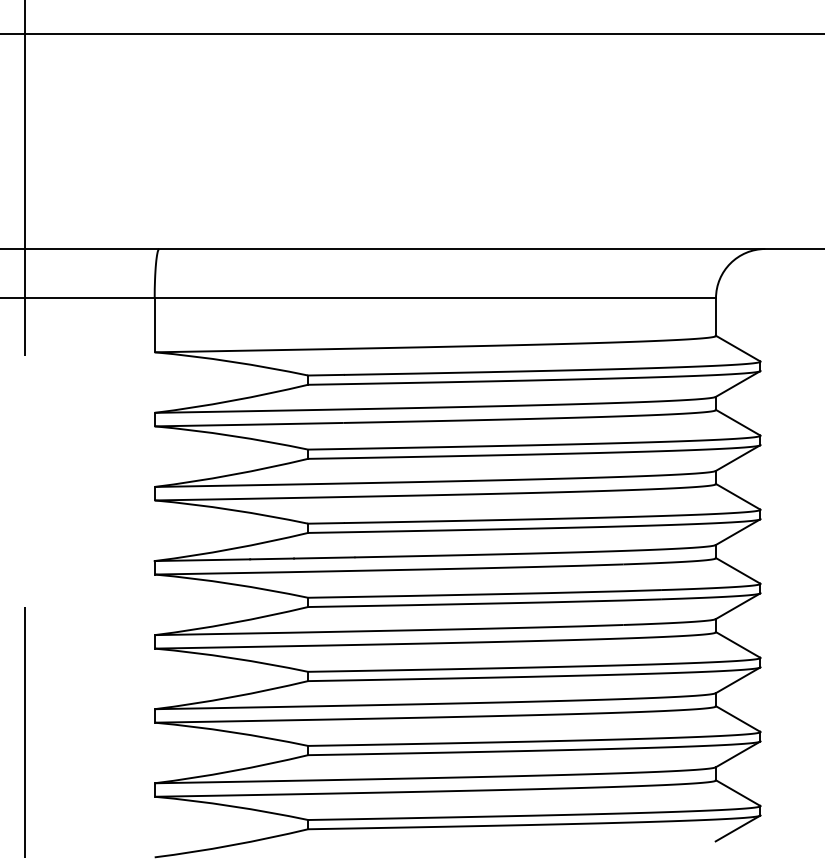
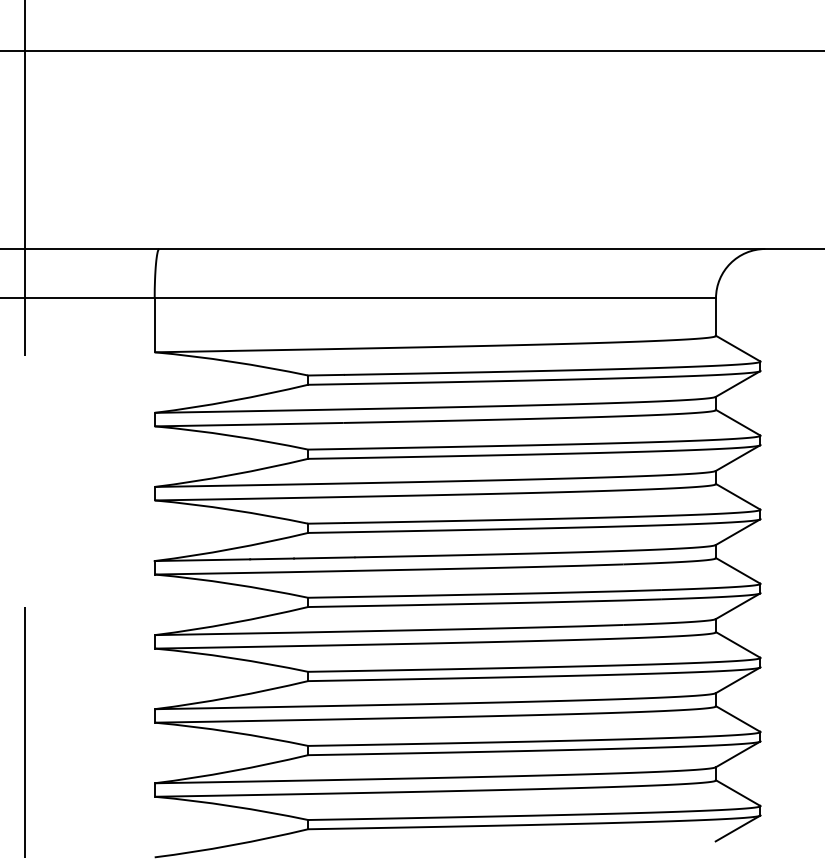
line at (411, 34) position: (411, 34) -> (411, 51)
